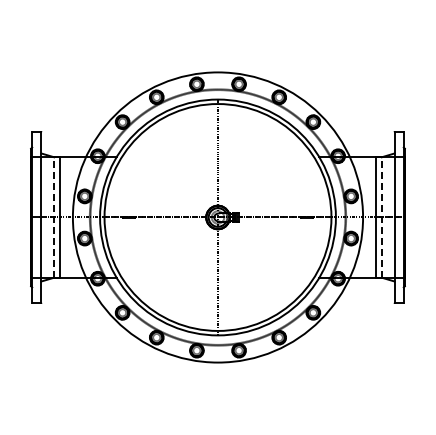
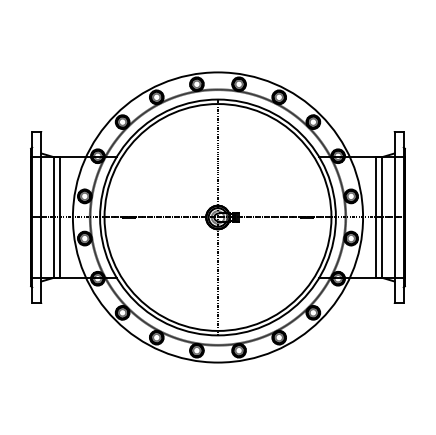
line at (54, 217): dashed -> solid
line at (381, 217): dashed -> solid
